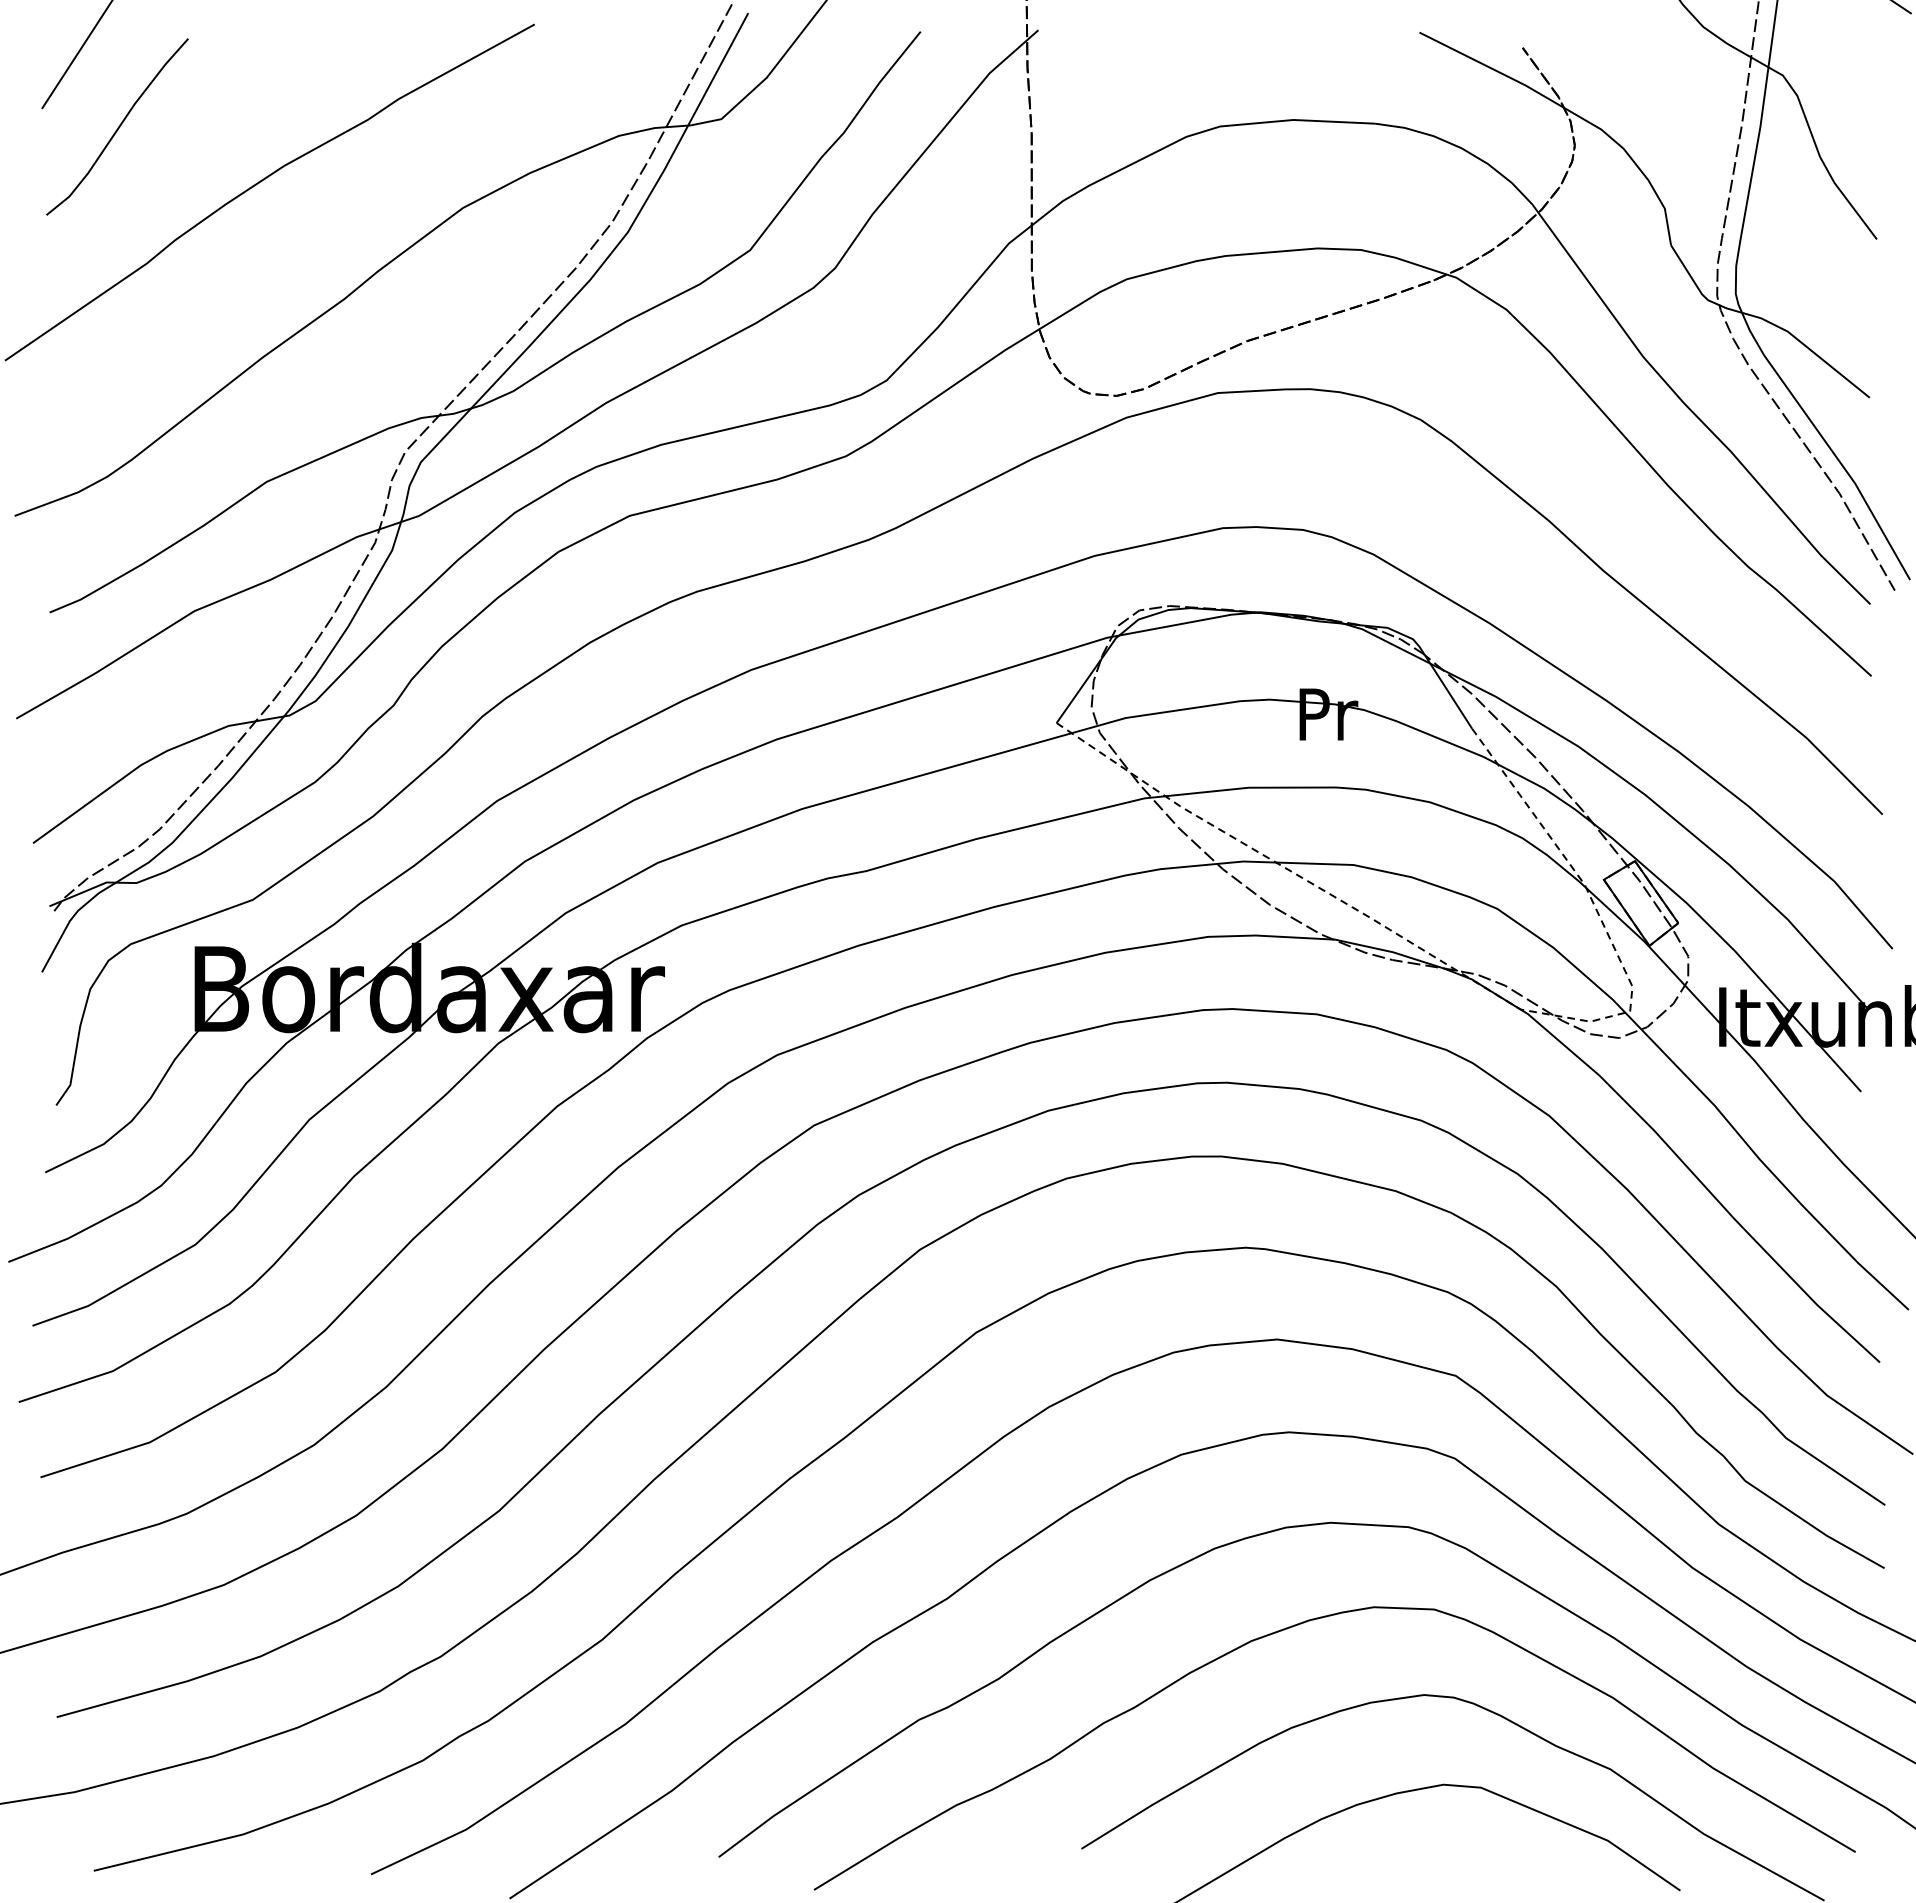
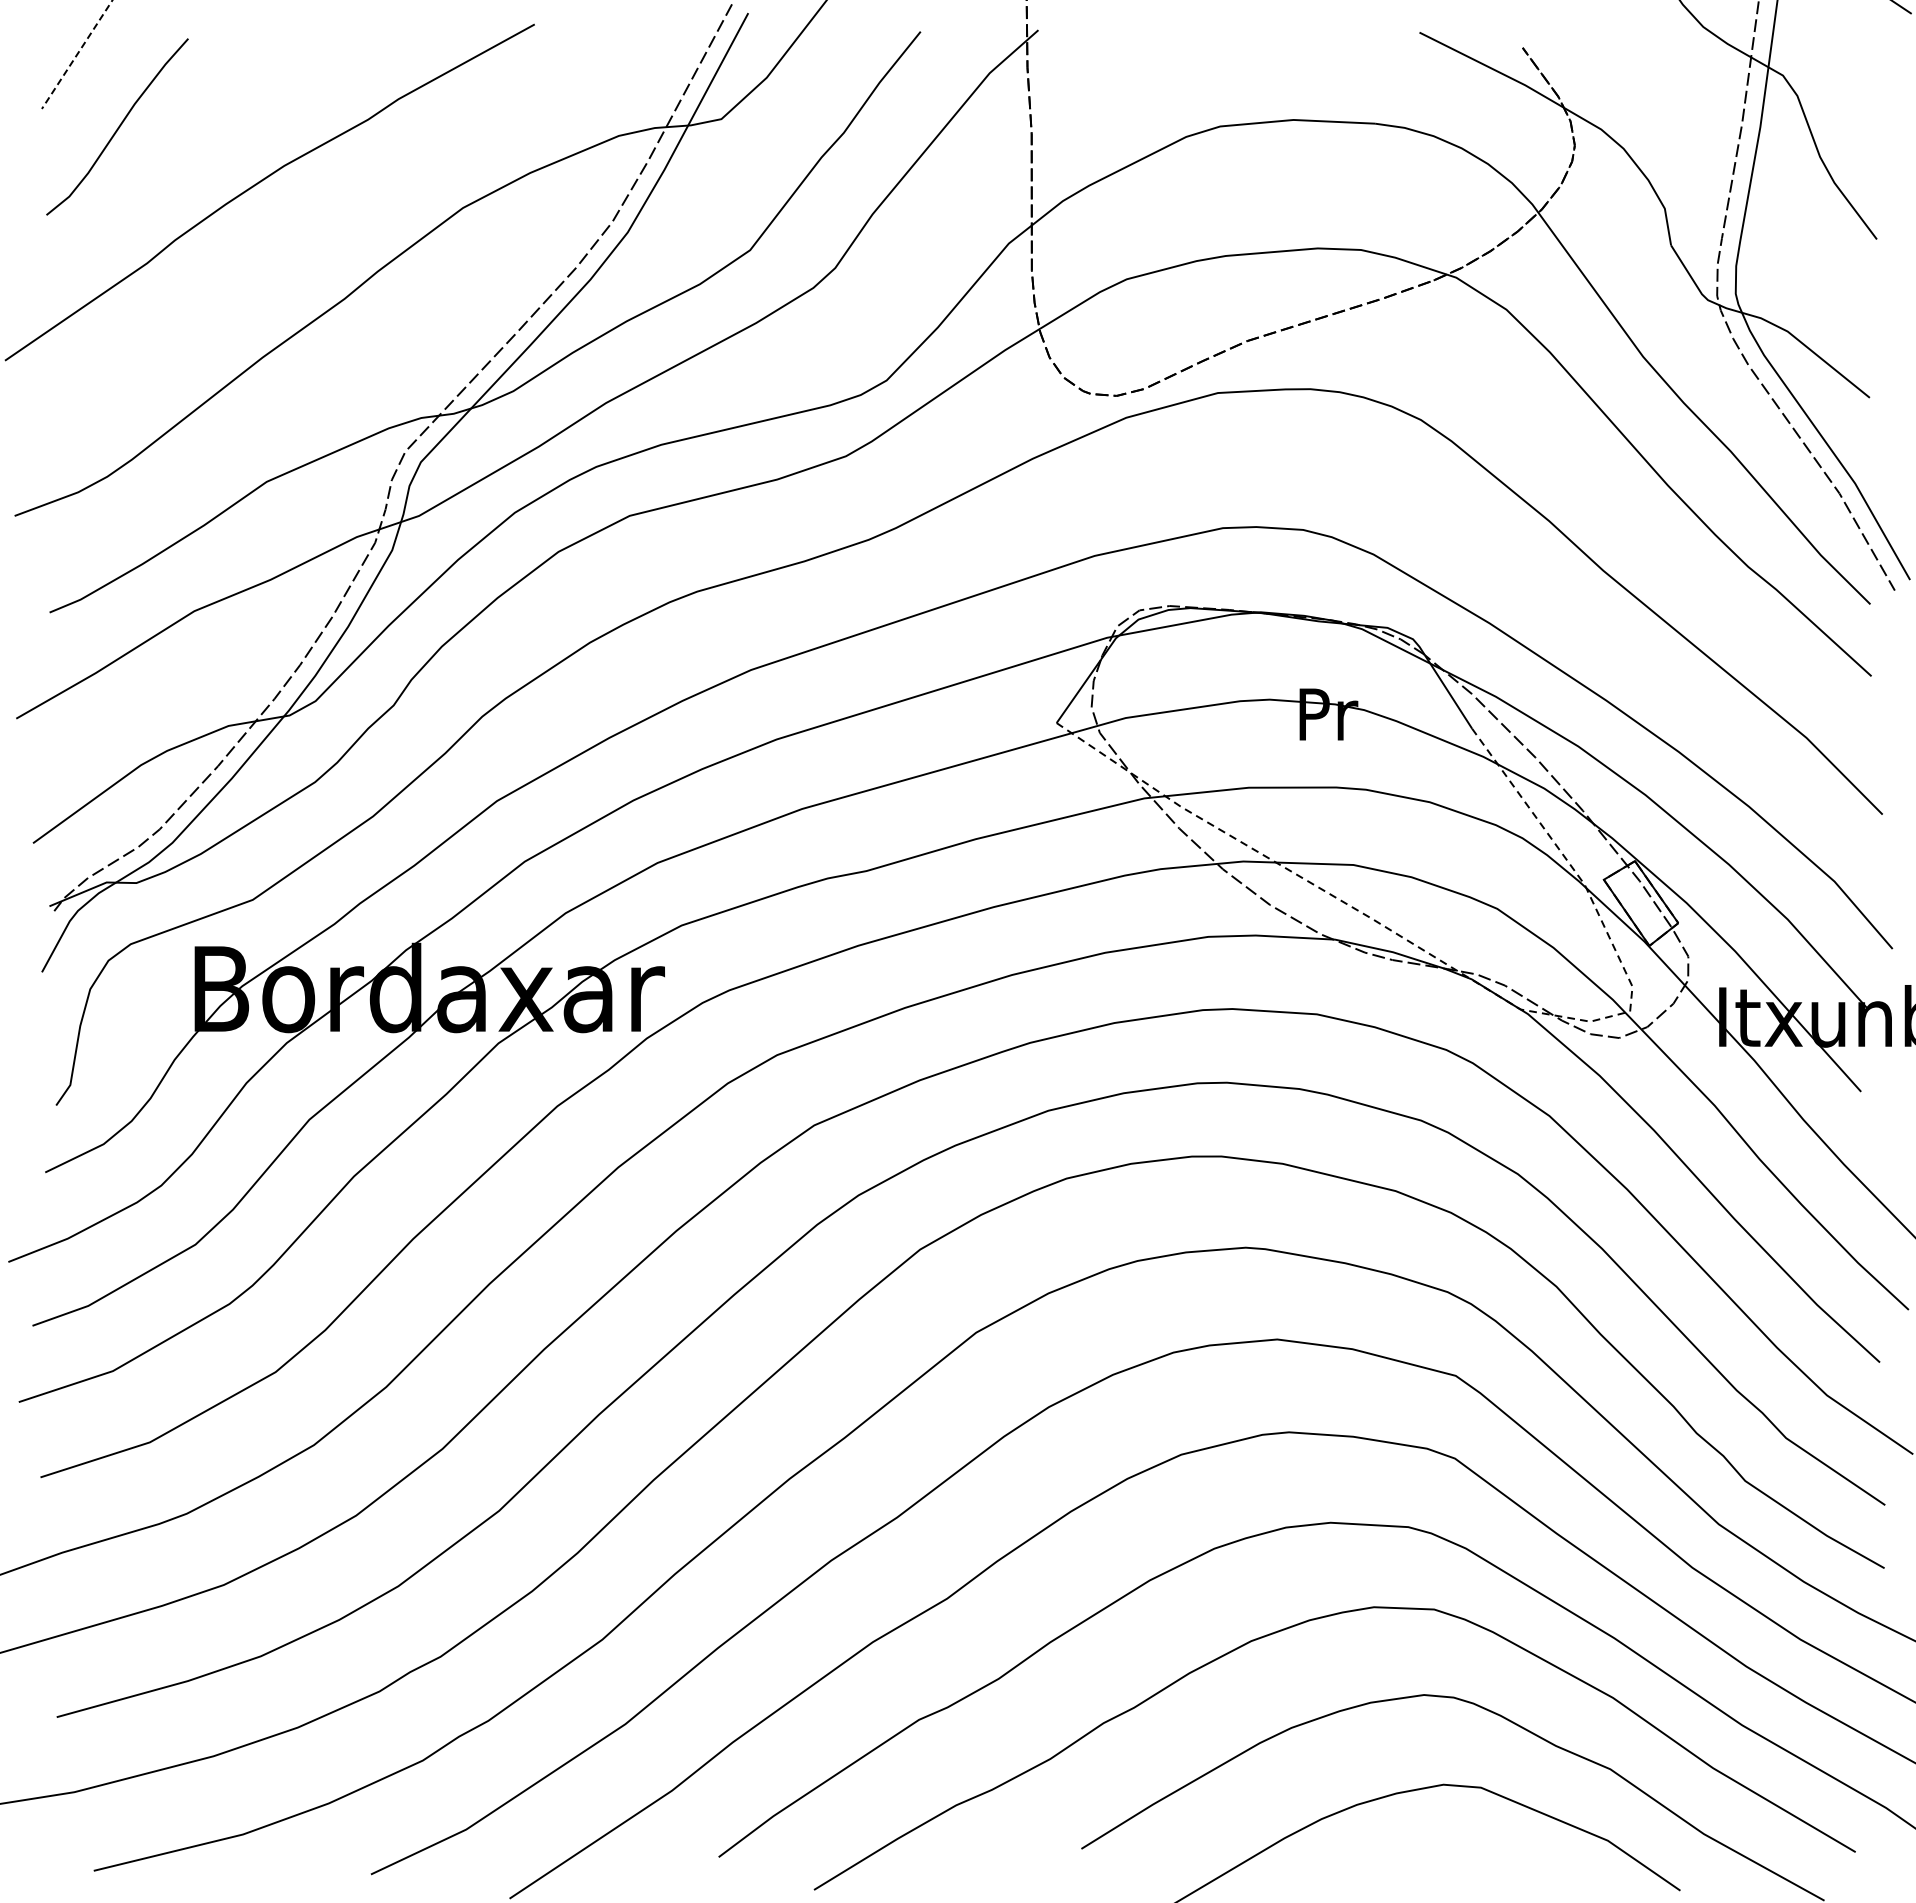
line at (77, 54): solid -> dashed
